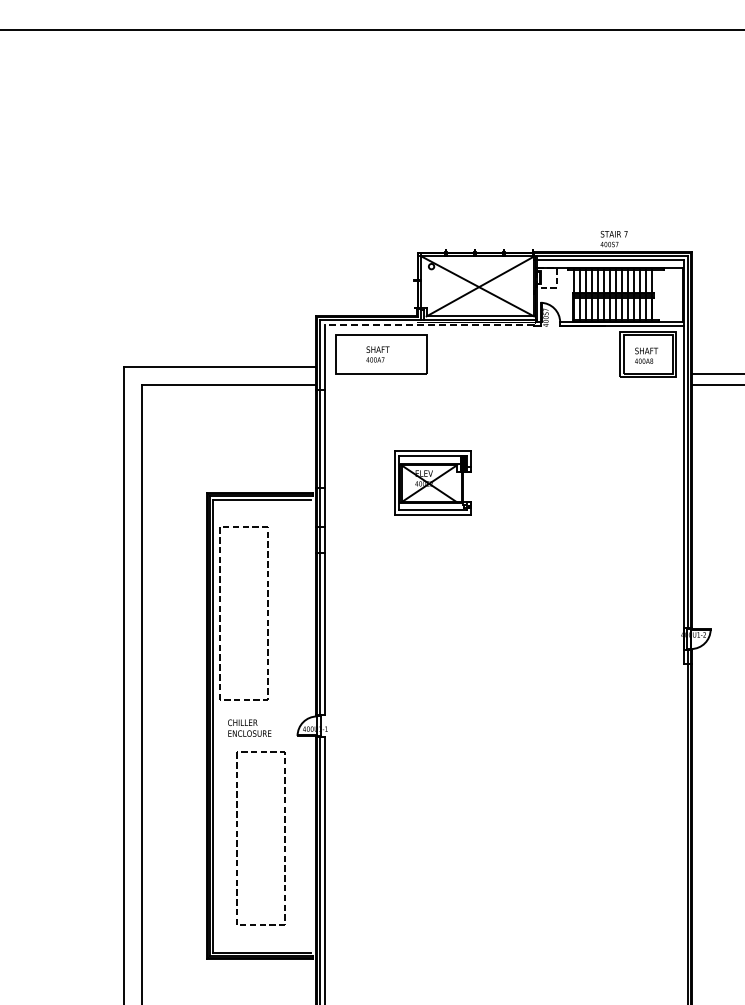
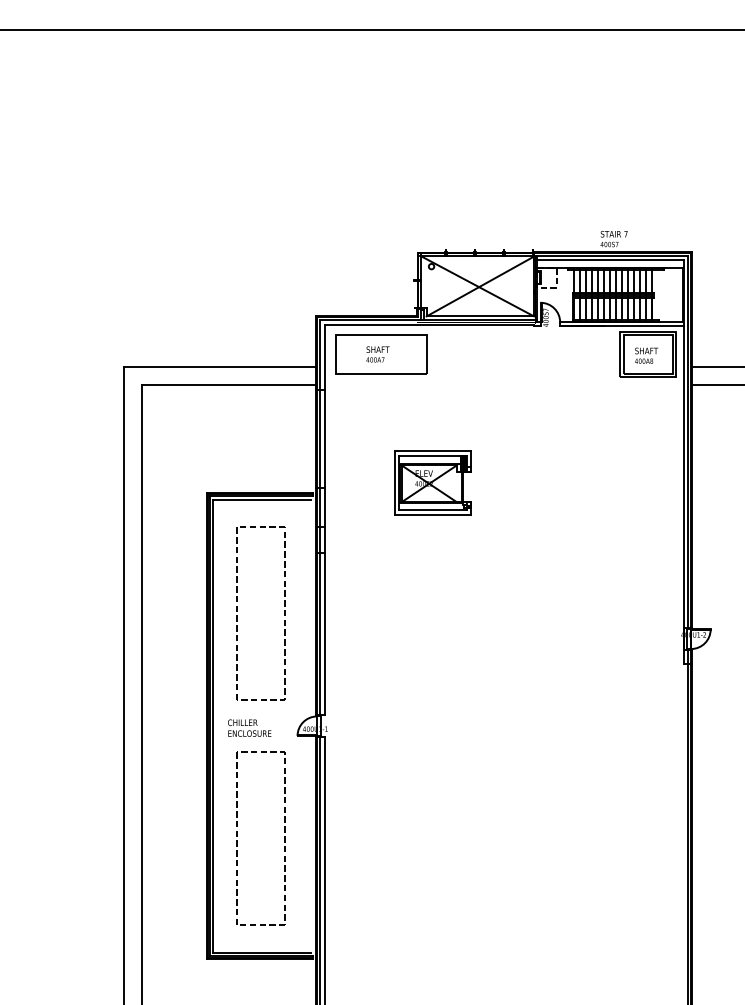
line at (429, 324): dashed -> solid
line at (716, 373) position: (716, 373) -> (716, 366)
part at (220, 611) position: (220, 611) -> (237, 611)
